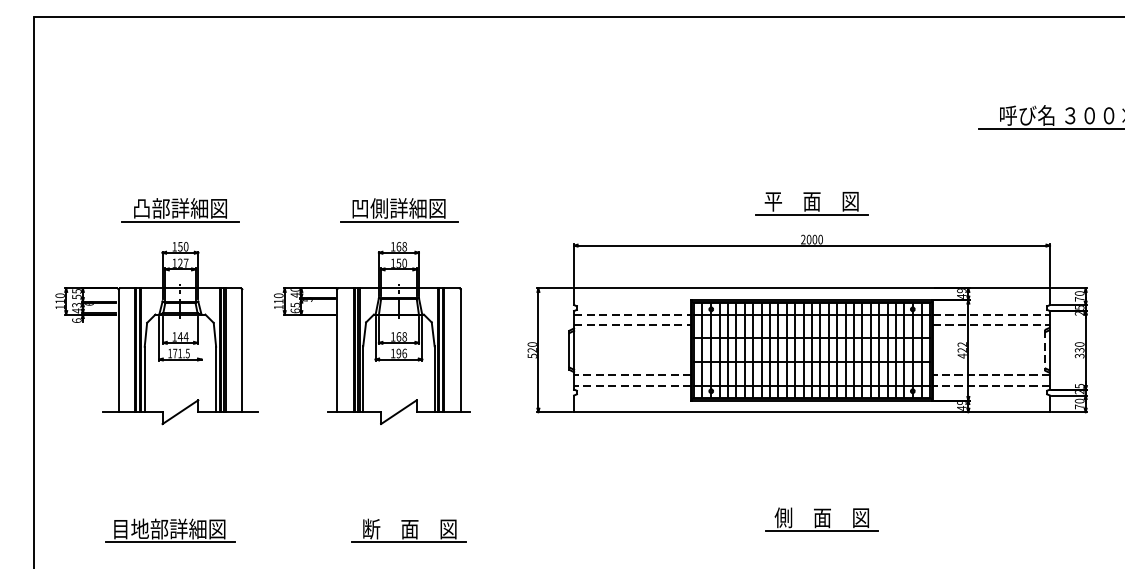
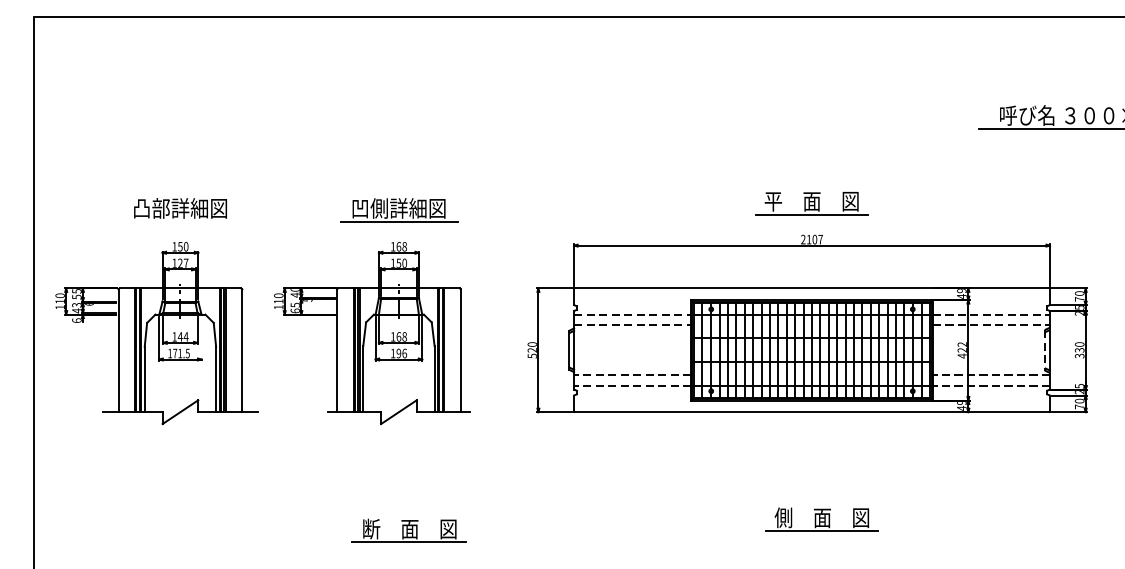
line at (179, 221): present -> none
text at (814, 239): 2000 -> 2107
part at (170, 530): present -> none
